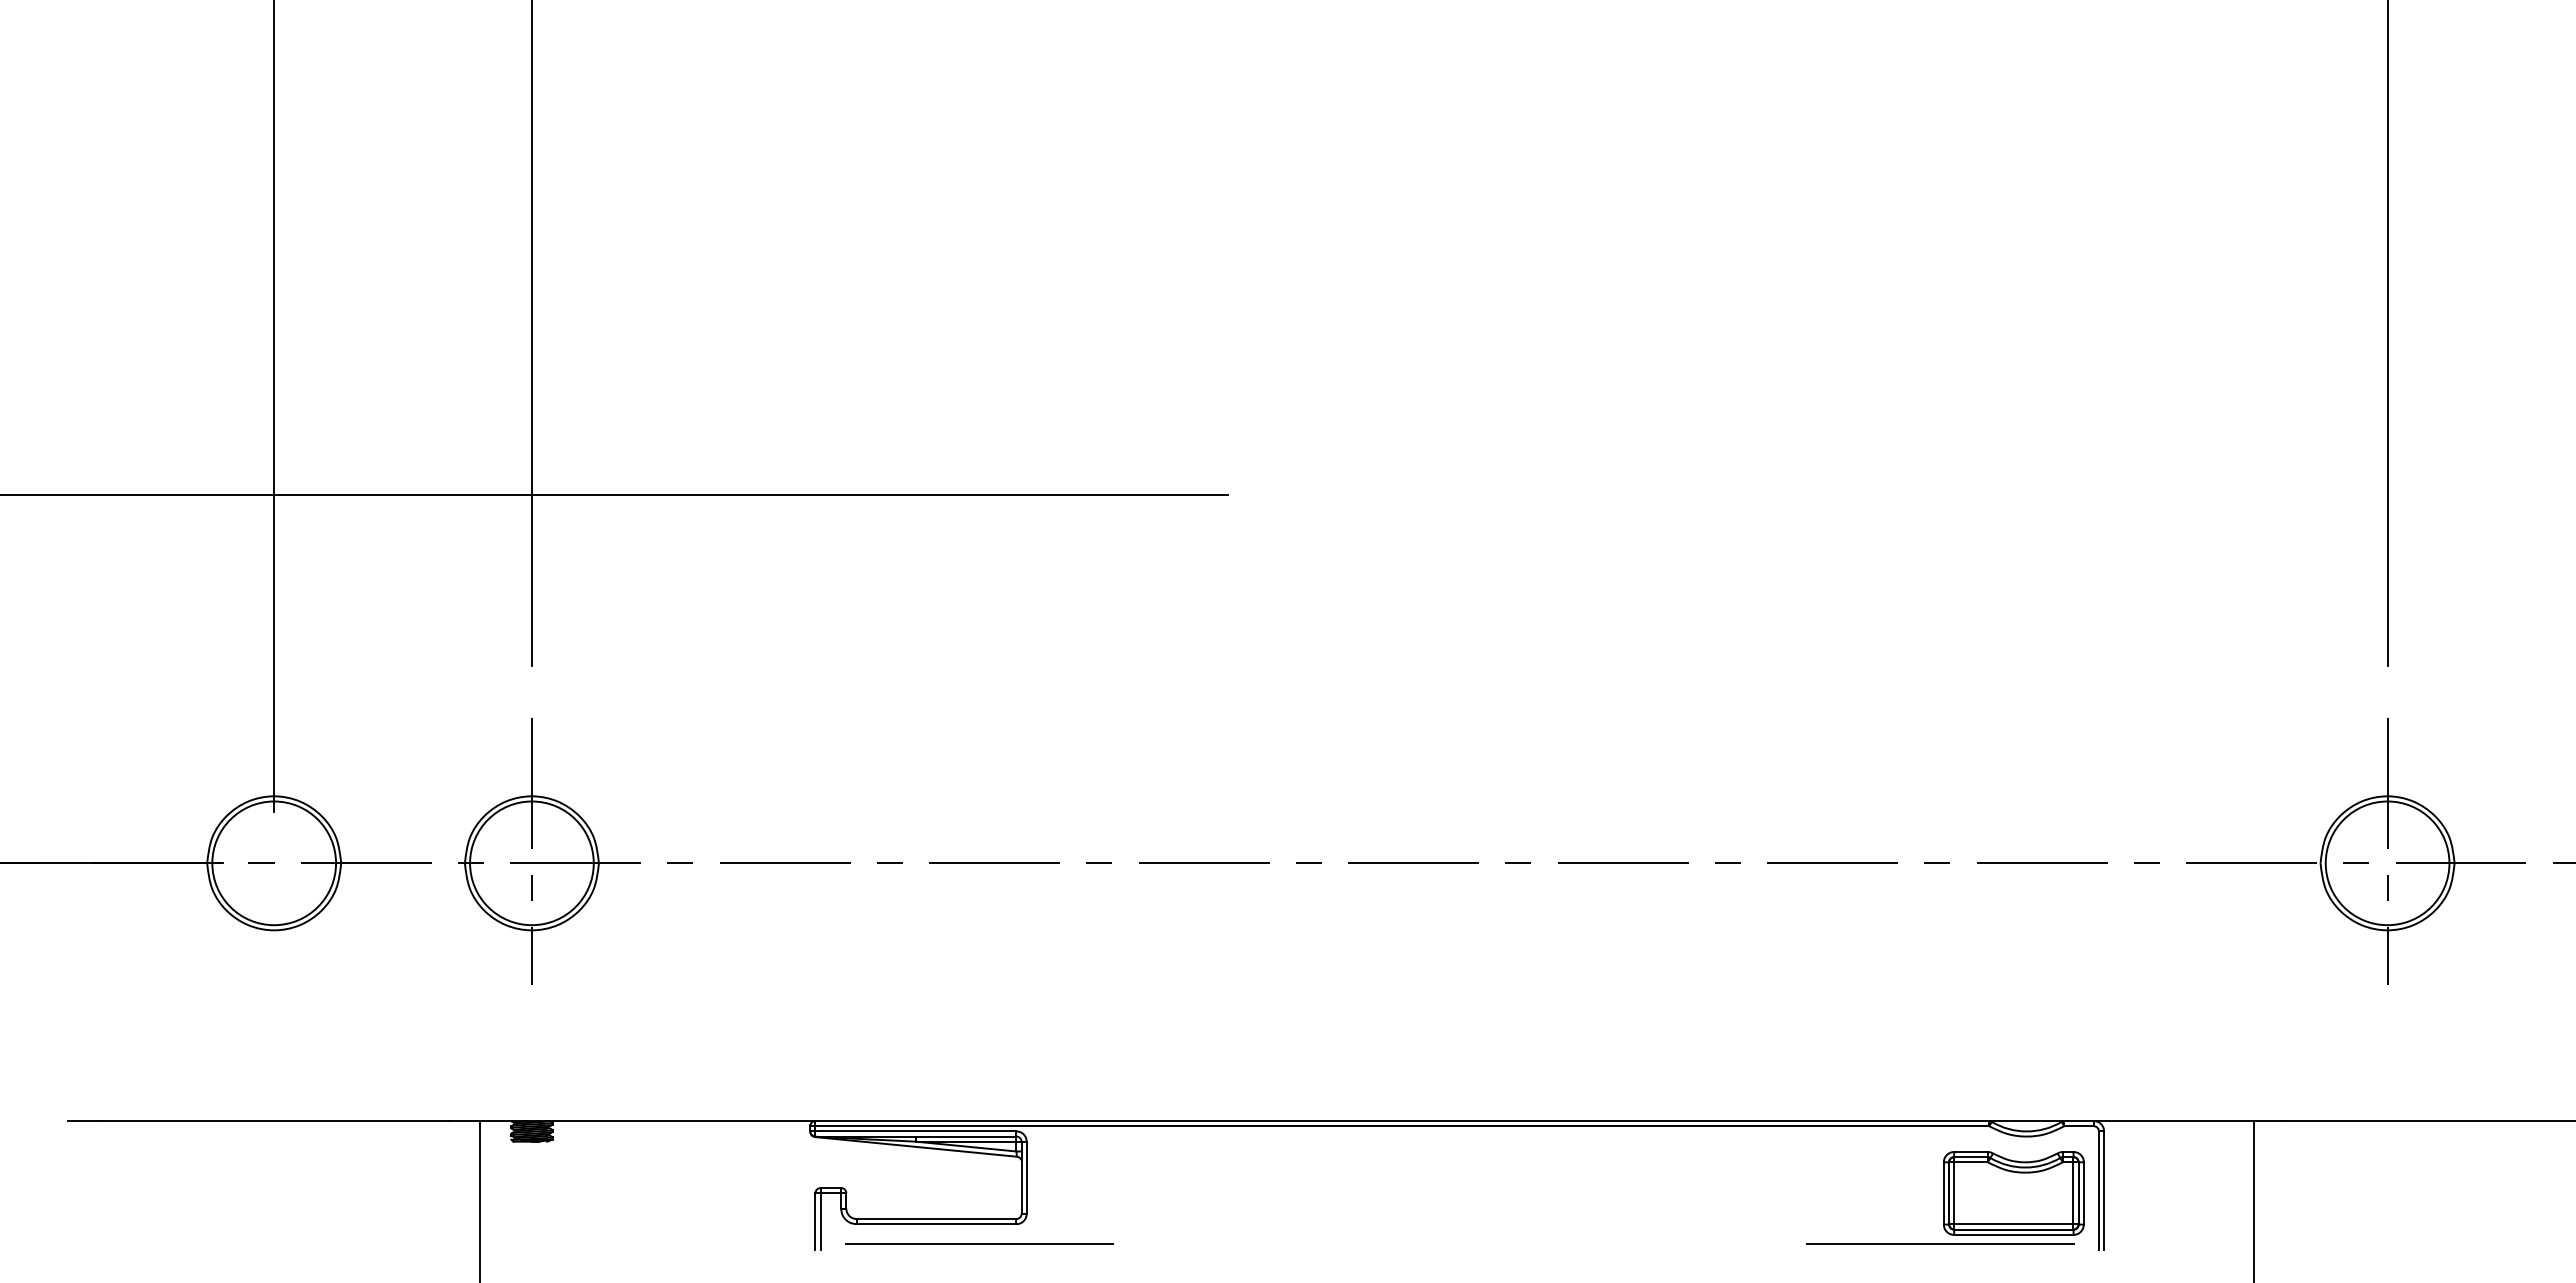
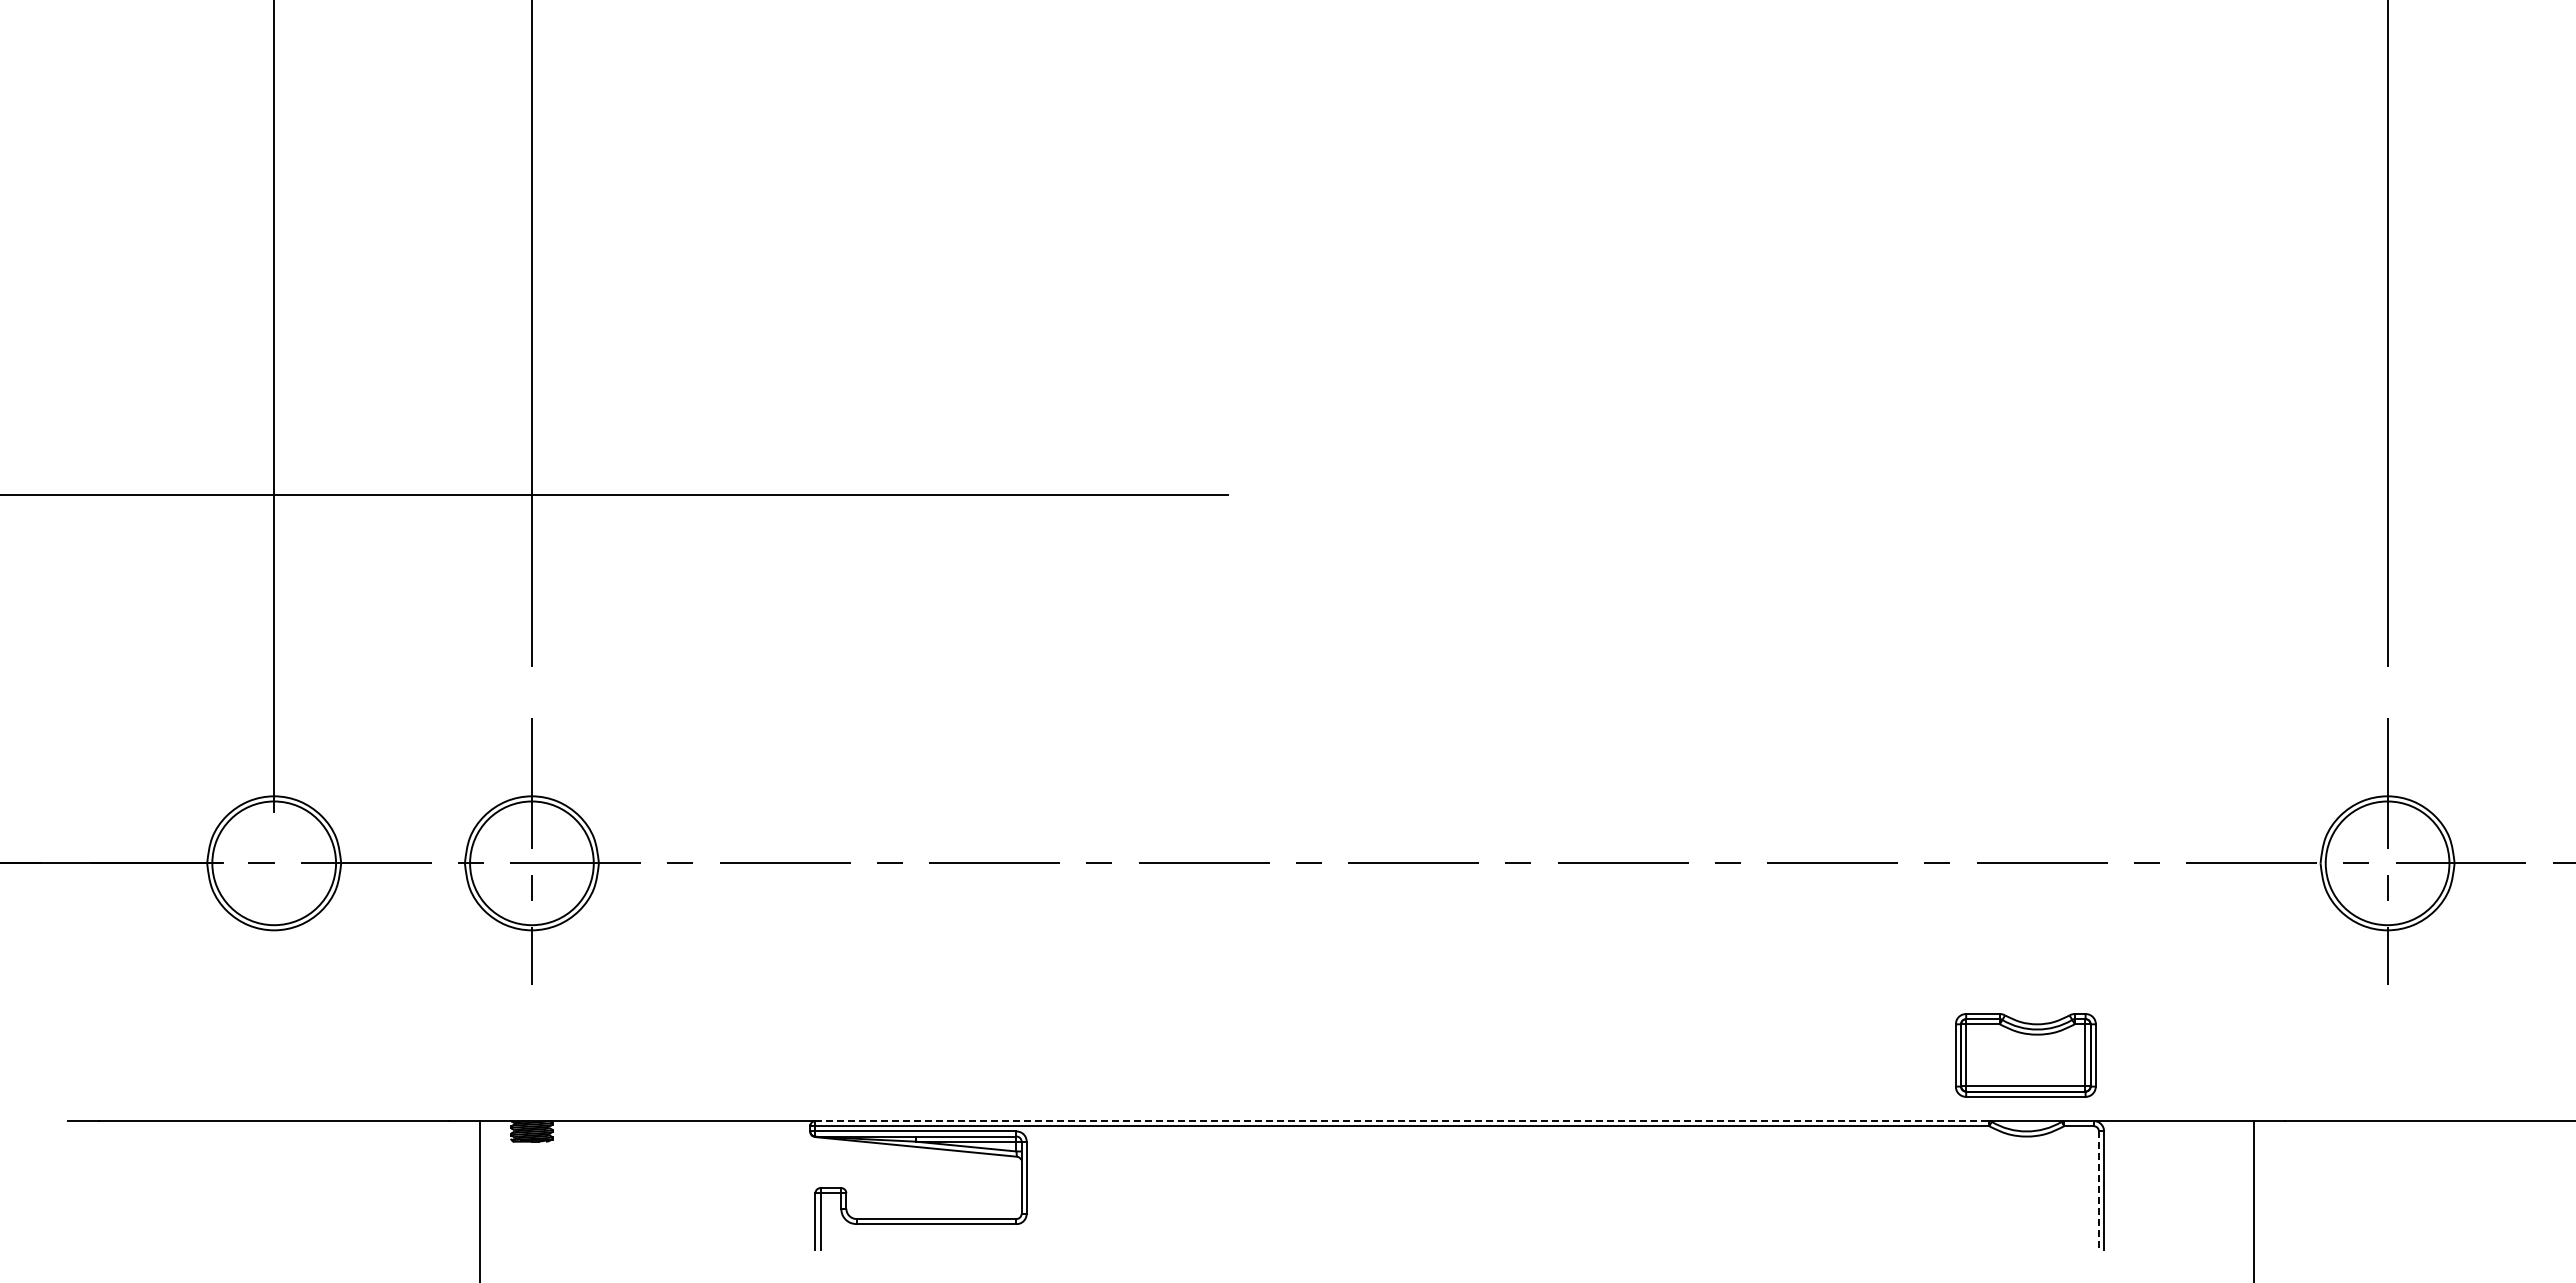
line at (1402, 1121): solid -> dashed
line at (2098, 1190): solid -> dashed
part at (2013, 1193) position: (2013, 1193) -> (2025, 1055)
line at (978, 1244): present -> none
line at (1939, 1244): present -> none
